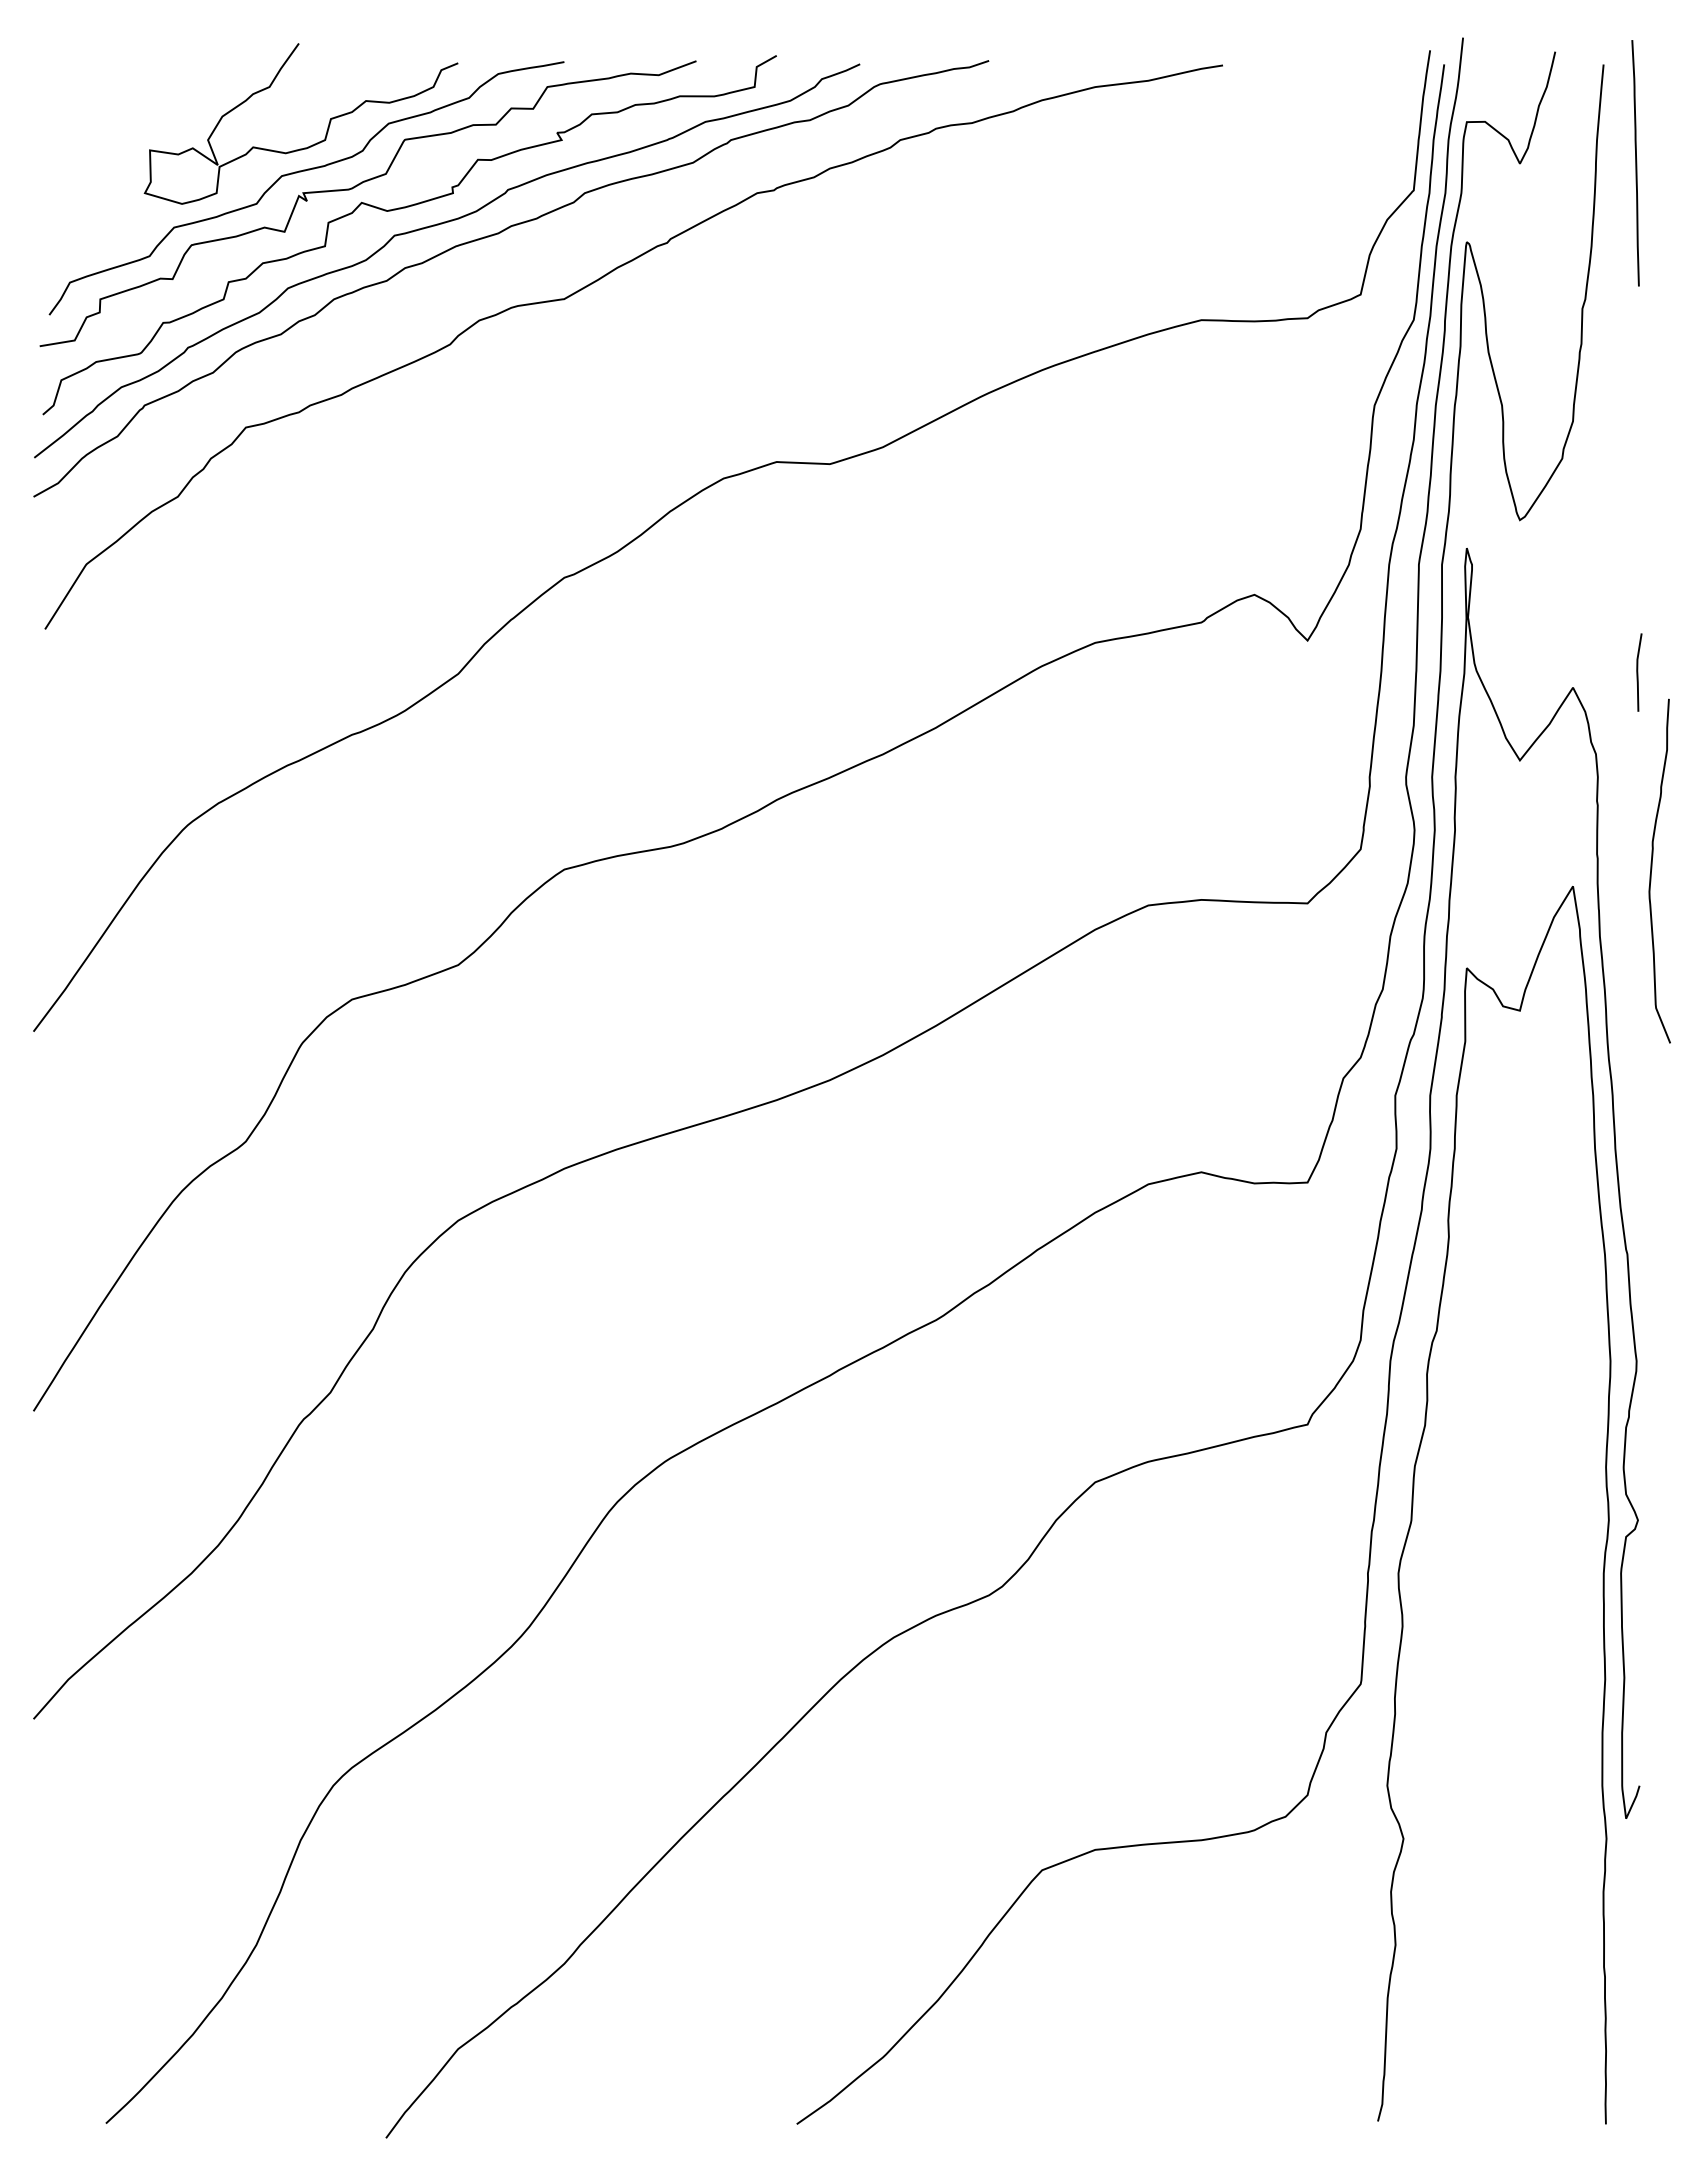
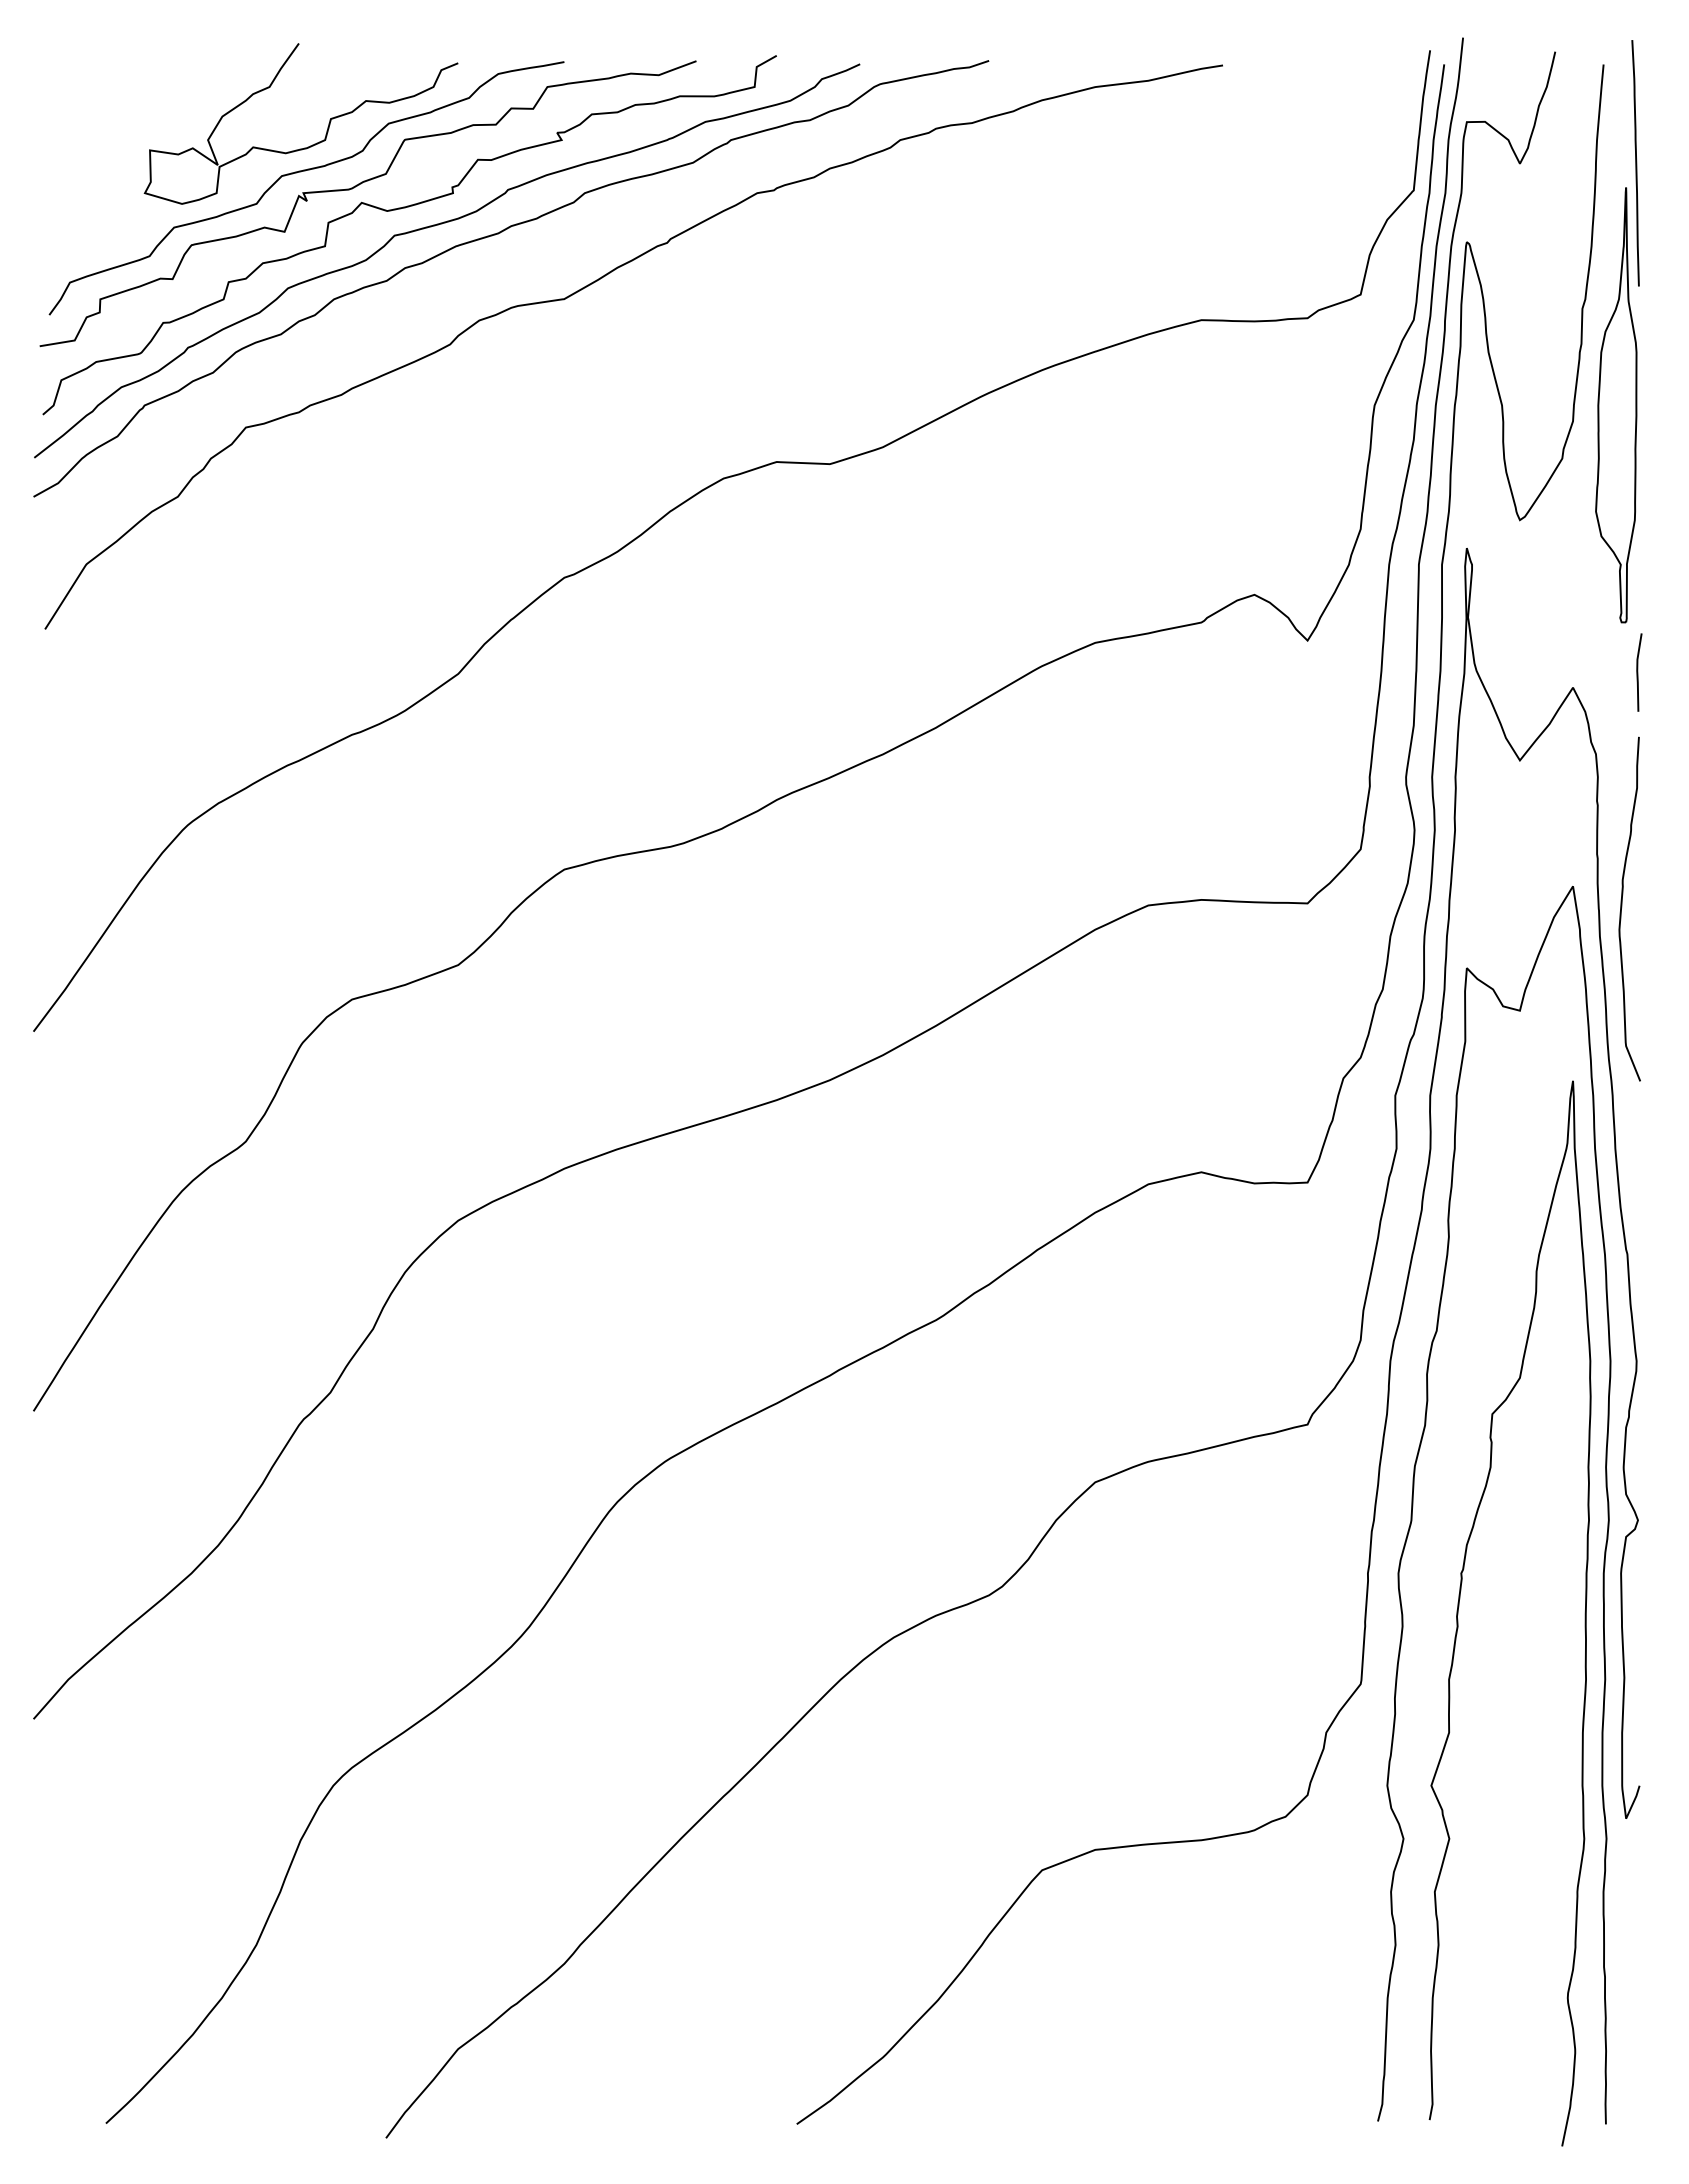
part at (1616, 405): none -> present
curve at (1652, 869) position: (1652, 869) -> (1622, 907)
curve at (1459, 1606): none -> present
